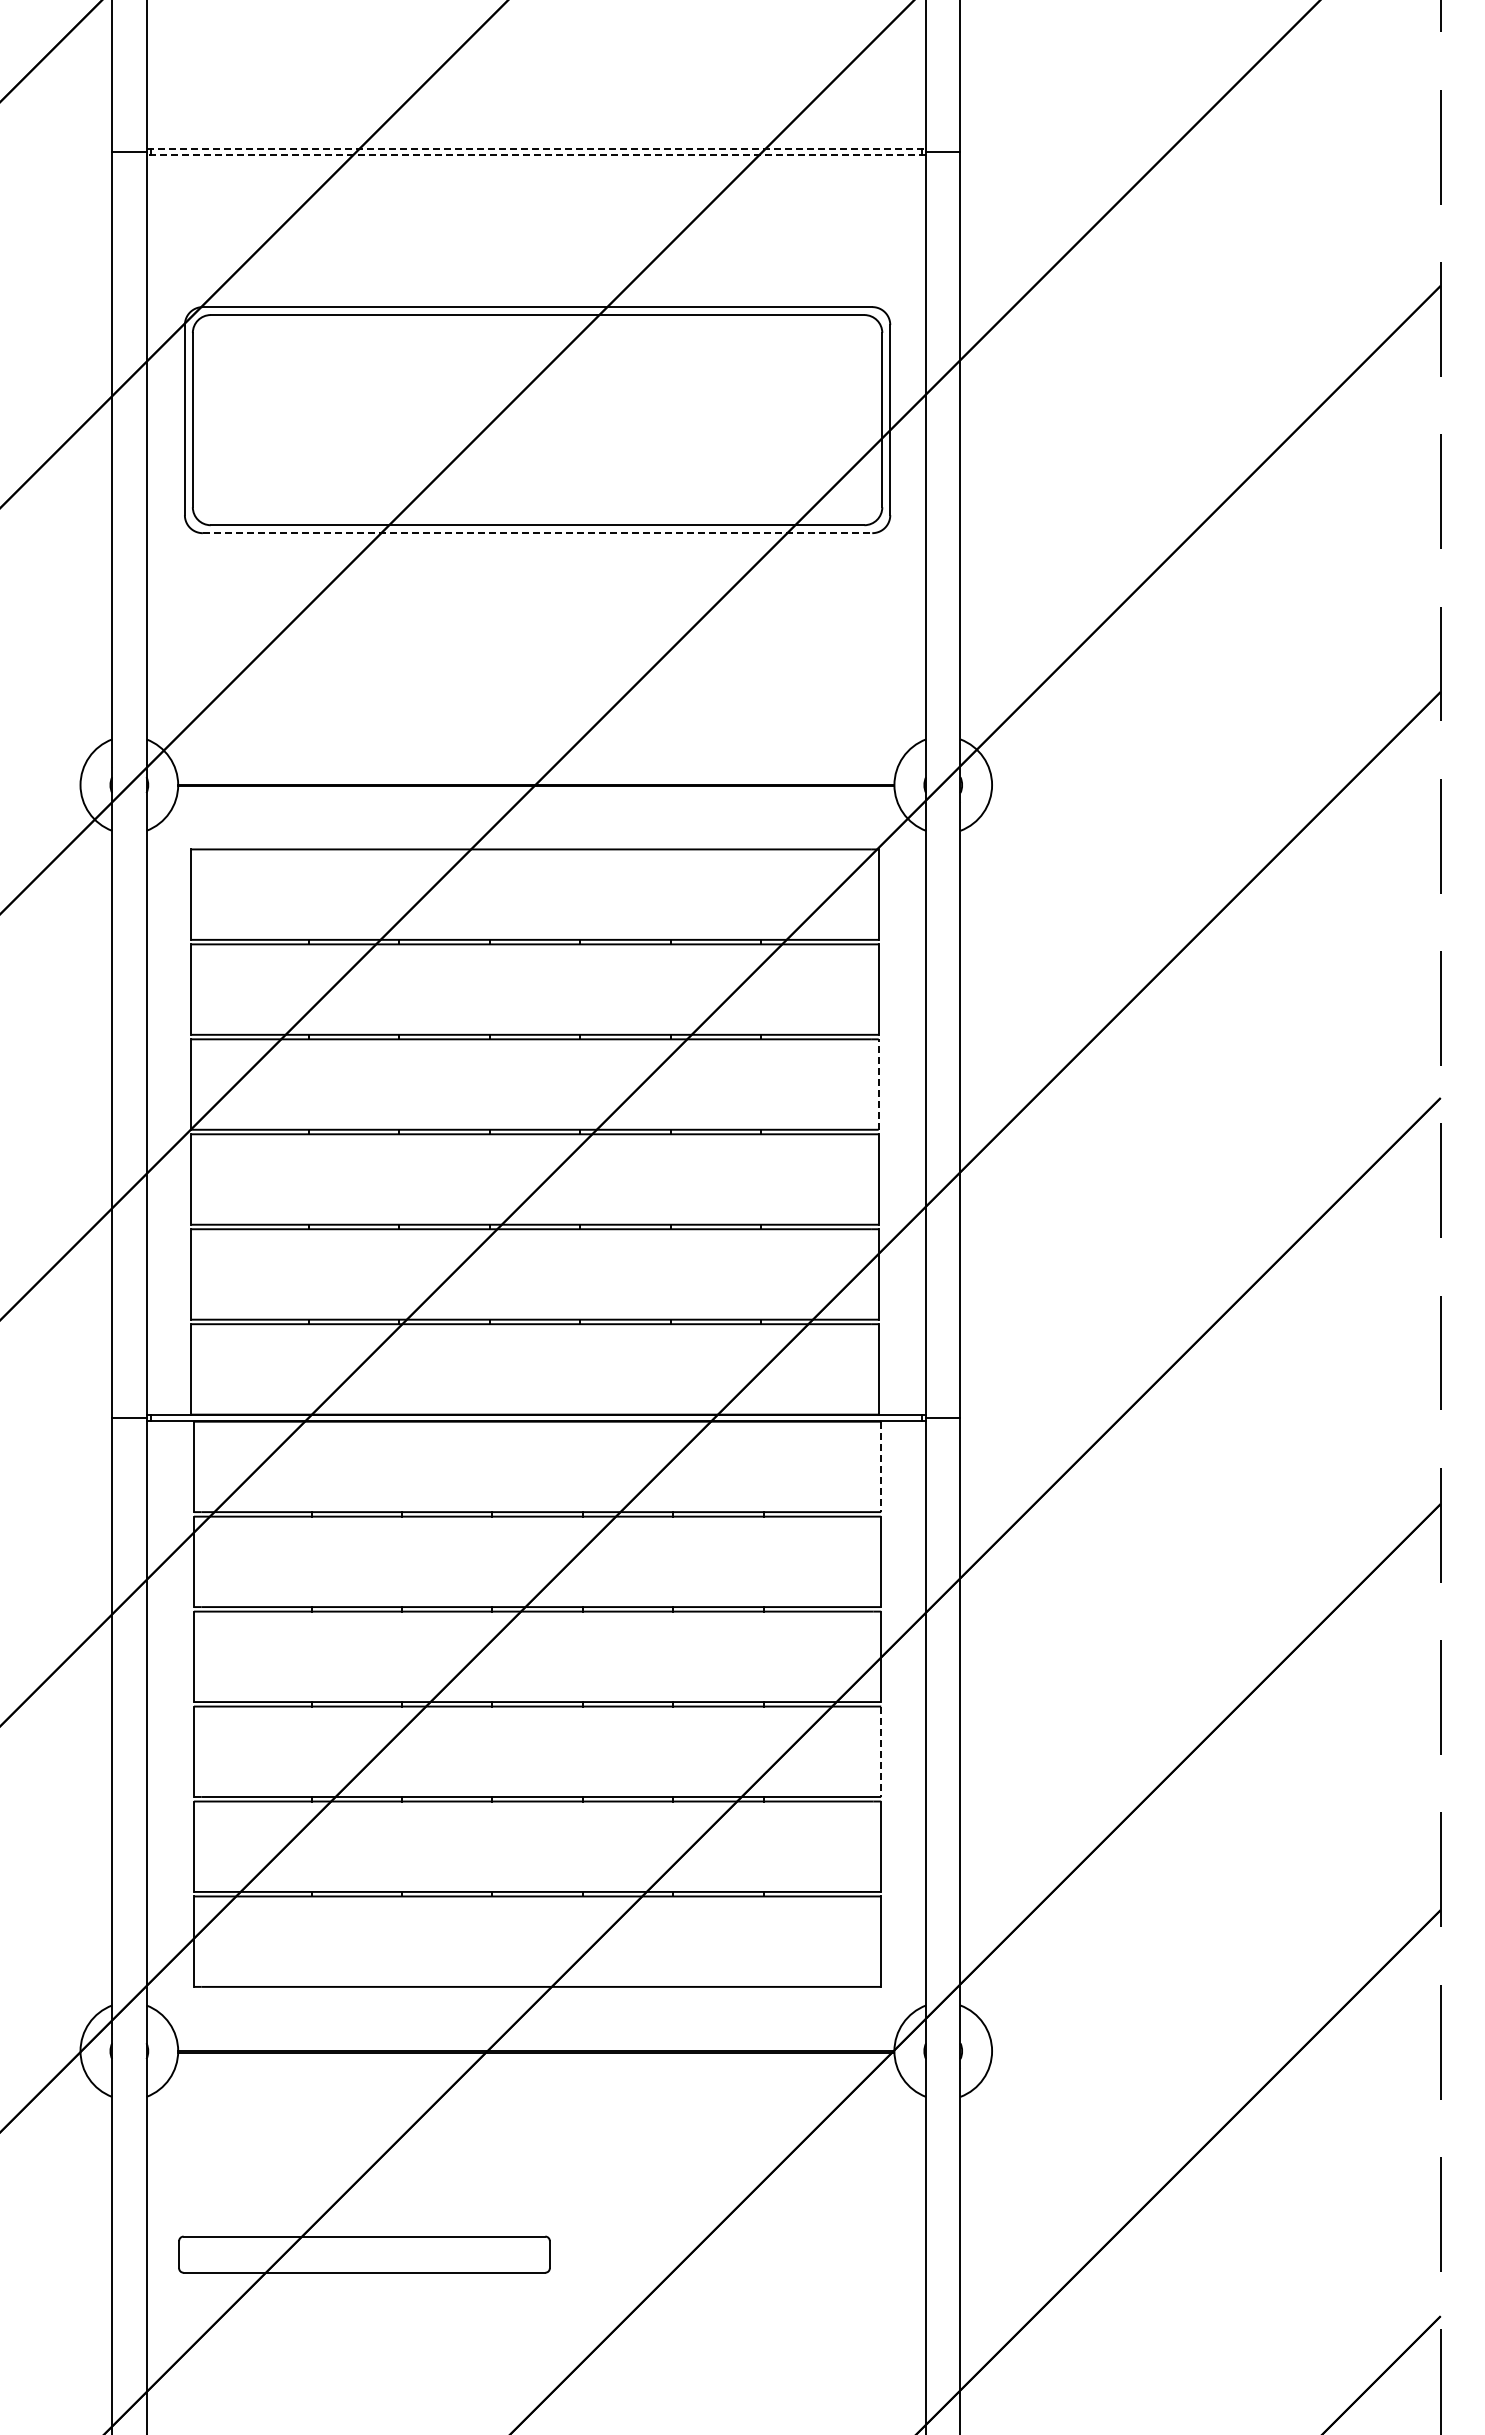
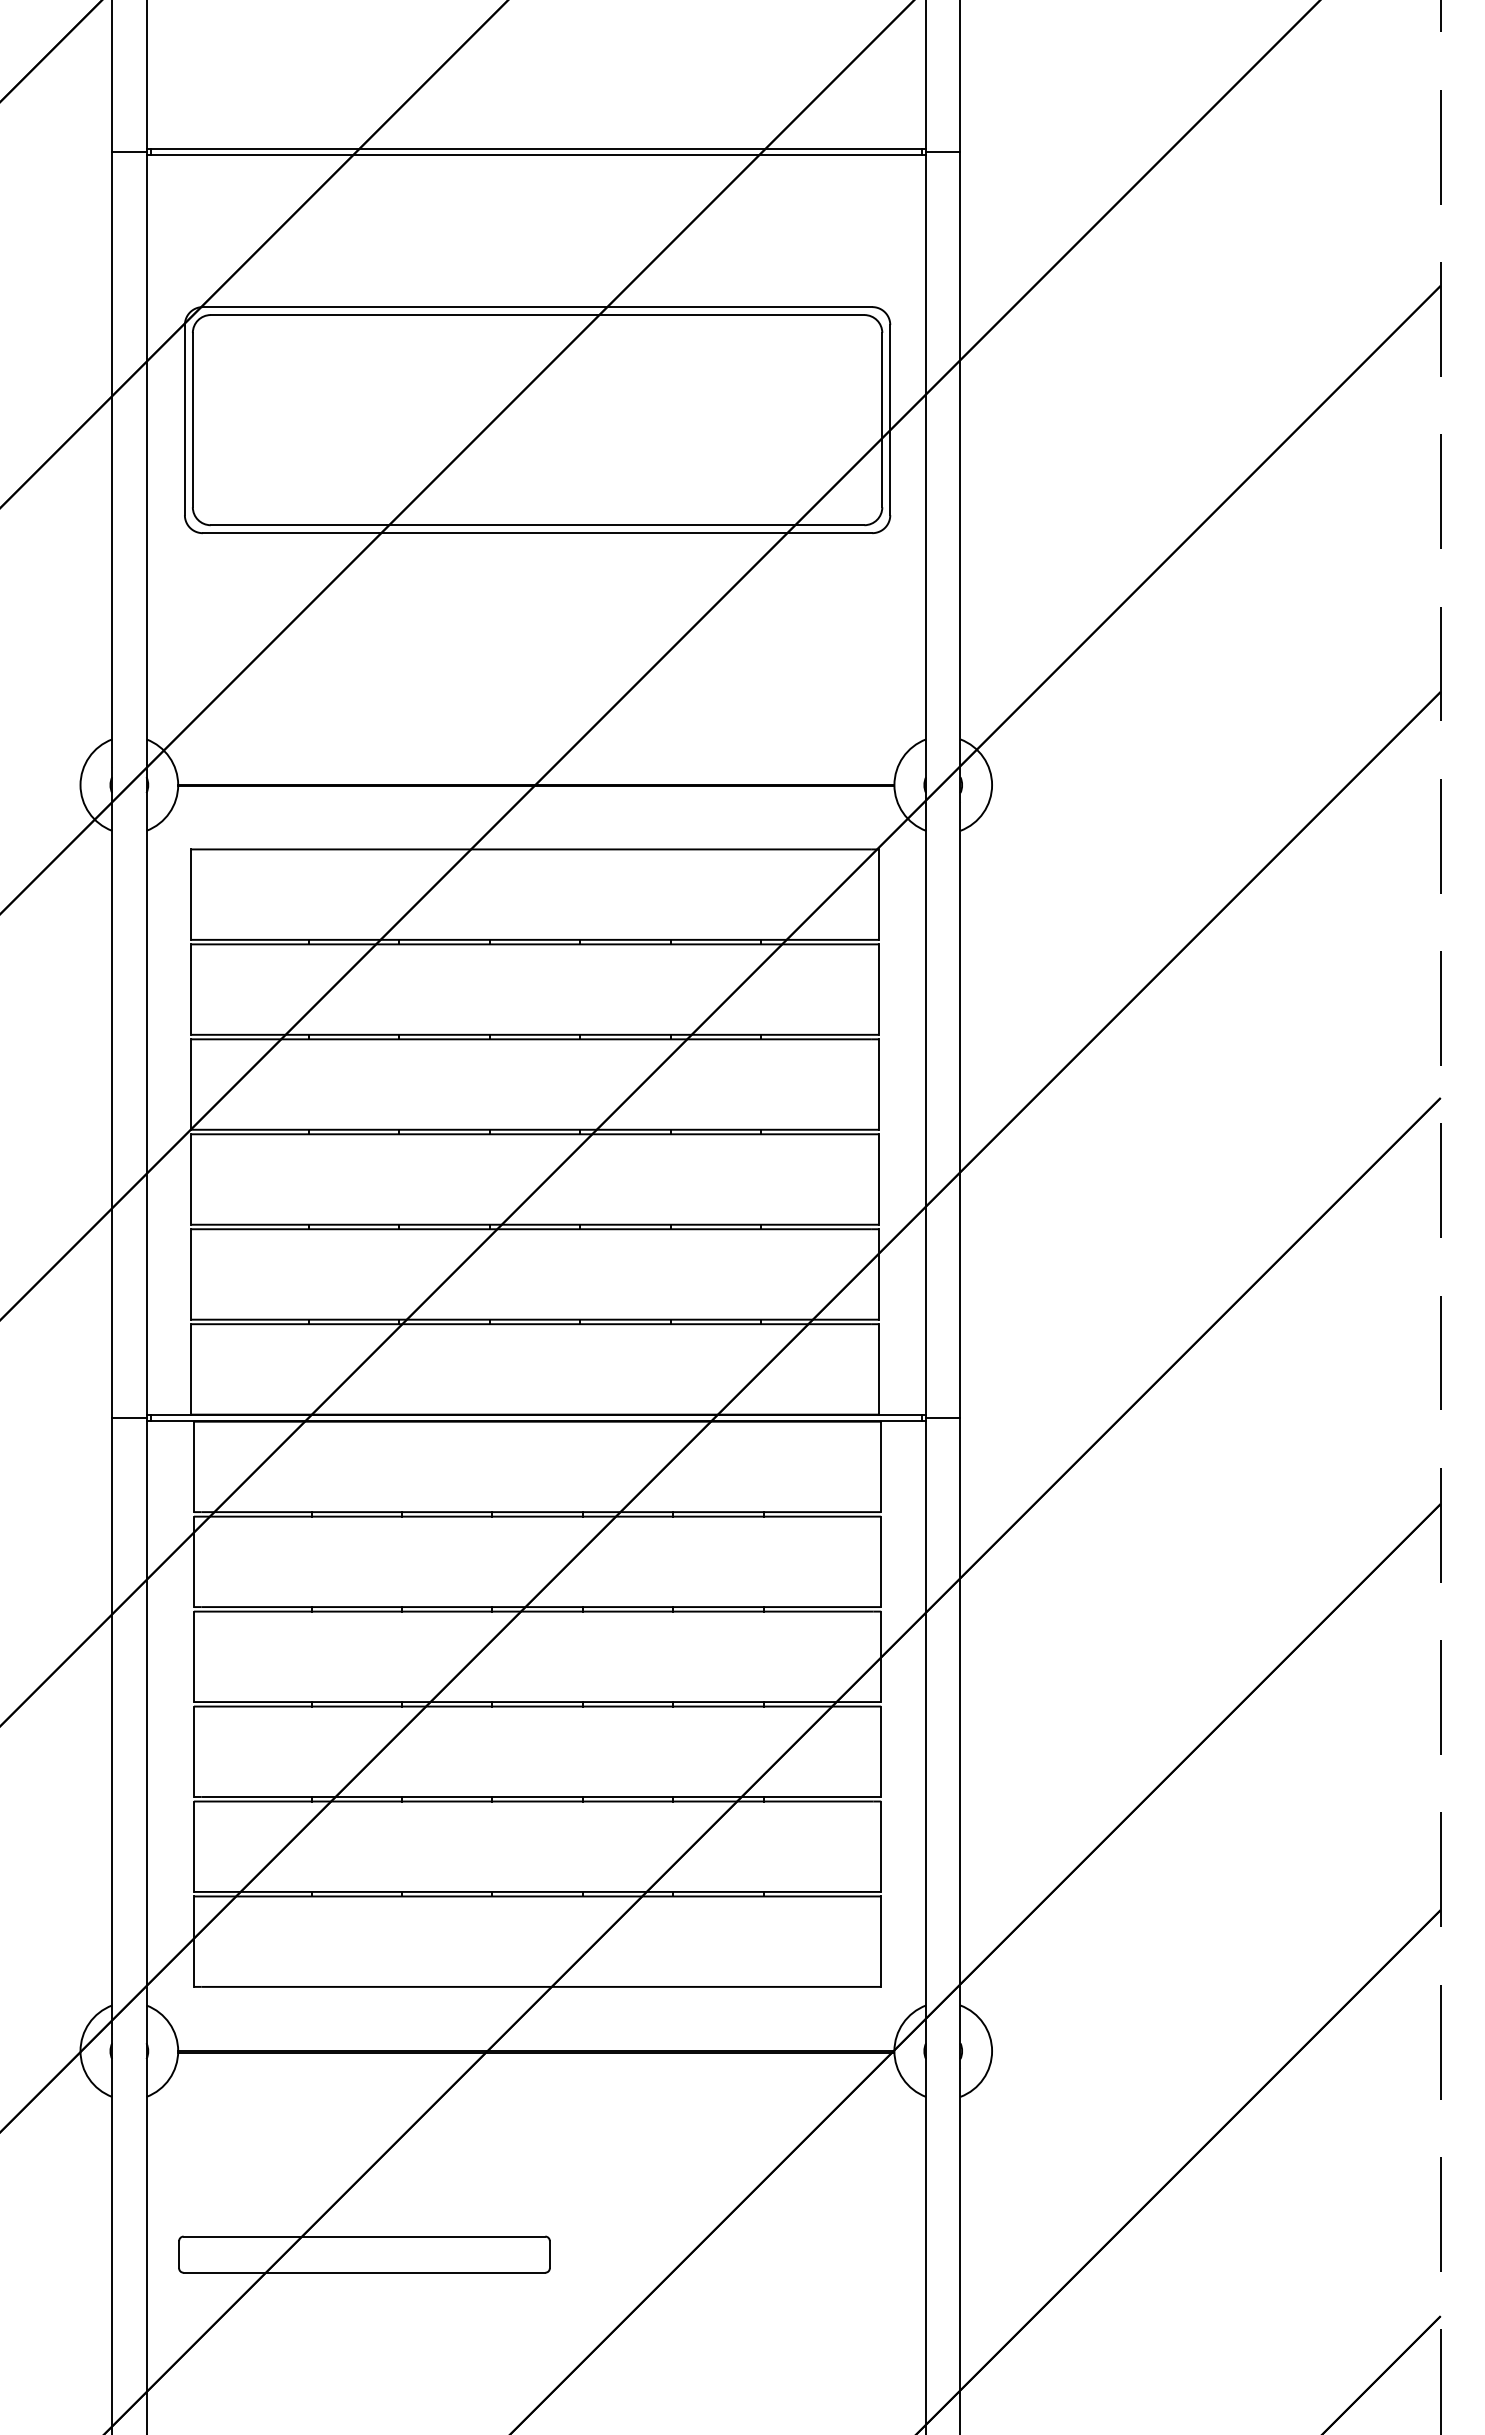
line at (536, 149): dashed -> solid
line at (536, 155): dashed -> solid
line at (537, 533): dashed -> solid
line at (878, 1084): dashed -> solid
line at (881, 1467): dashed -> solid
line at (881, 1752): dashed -> solid
